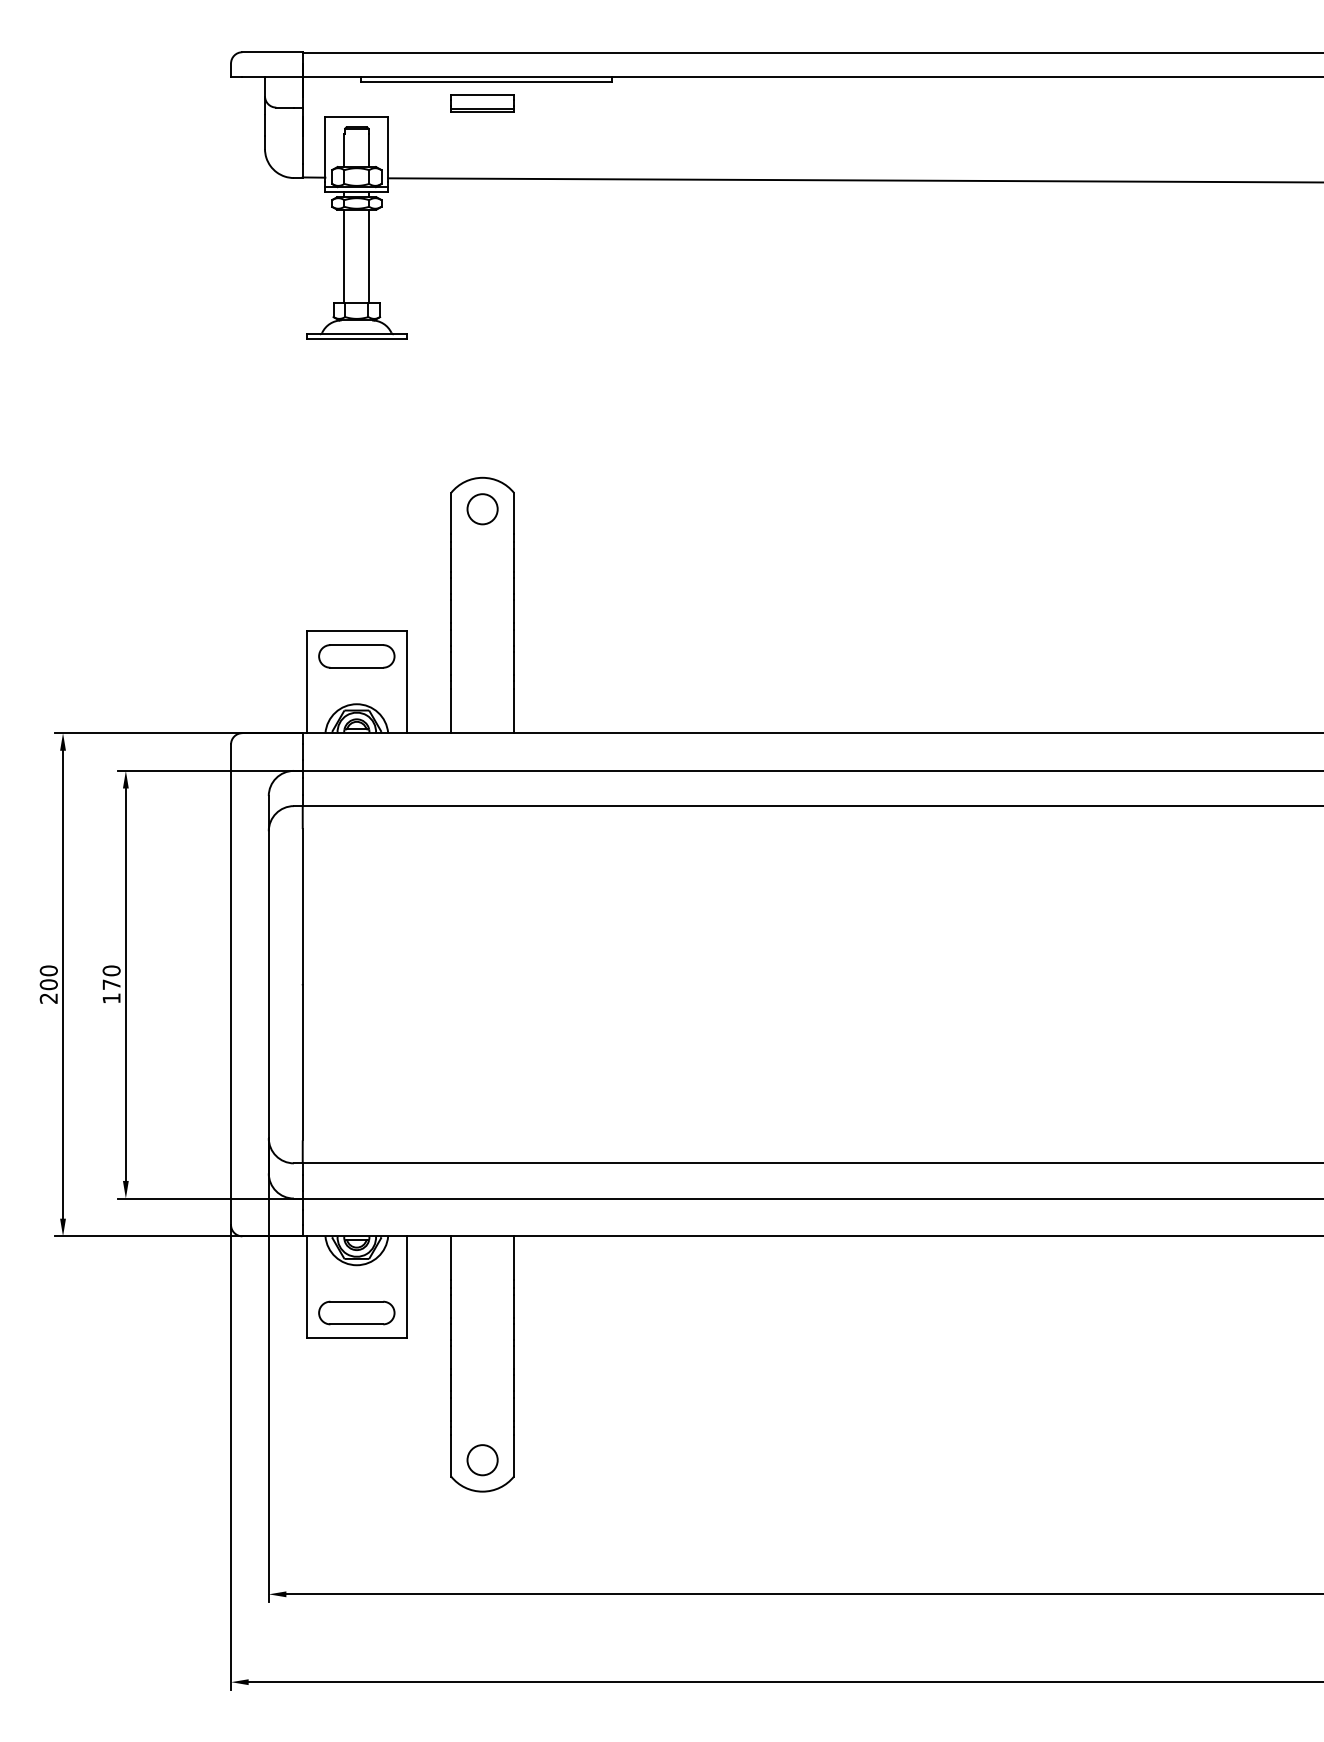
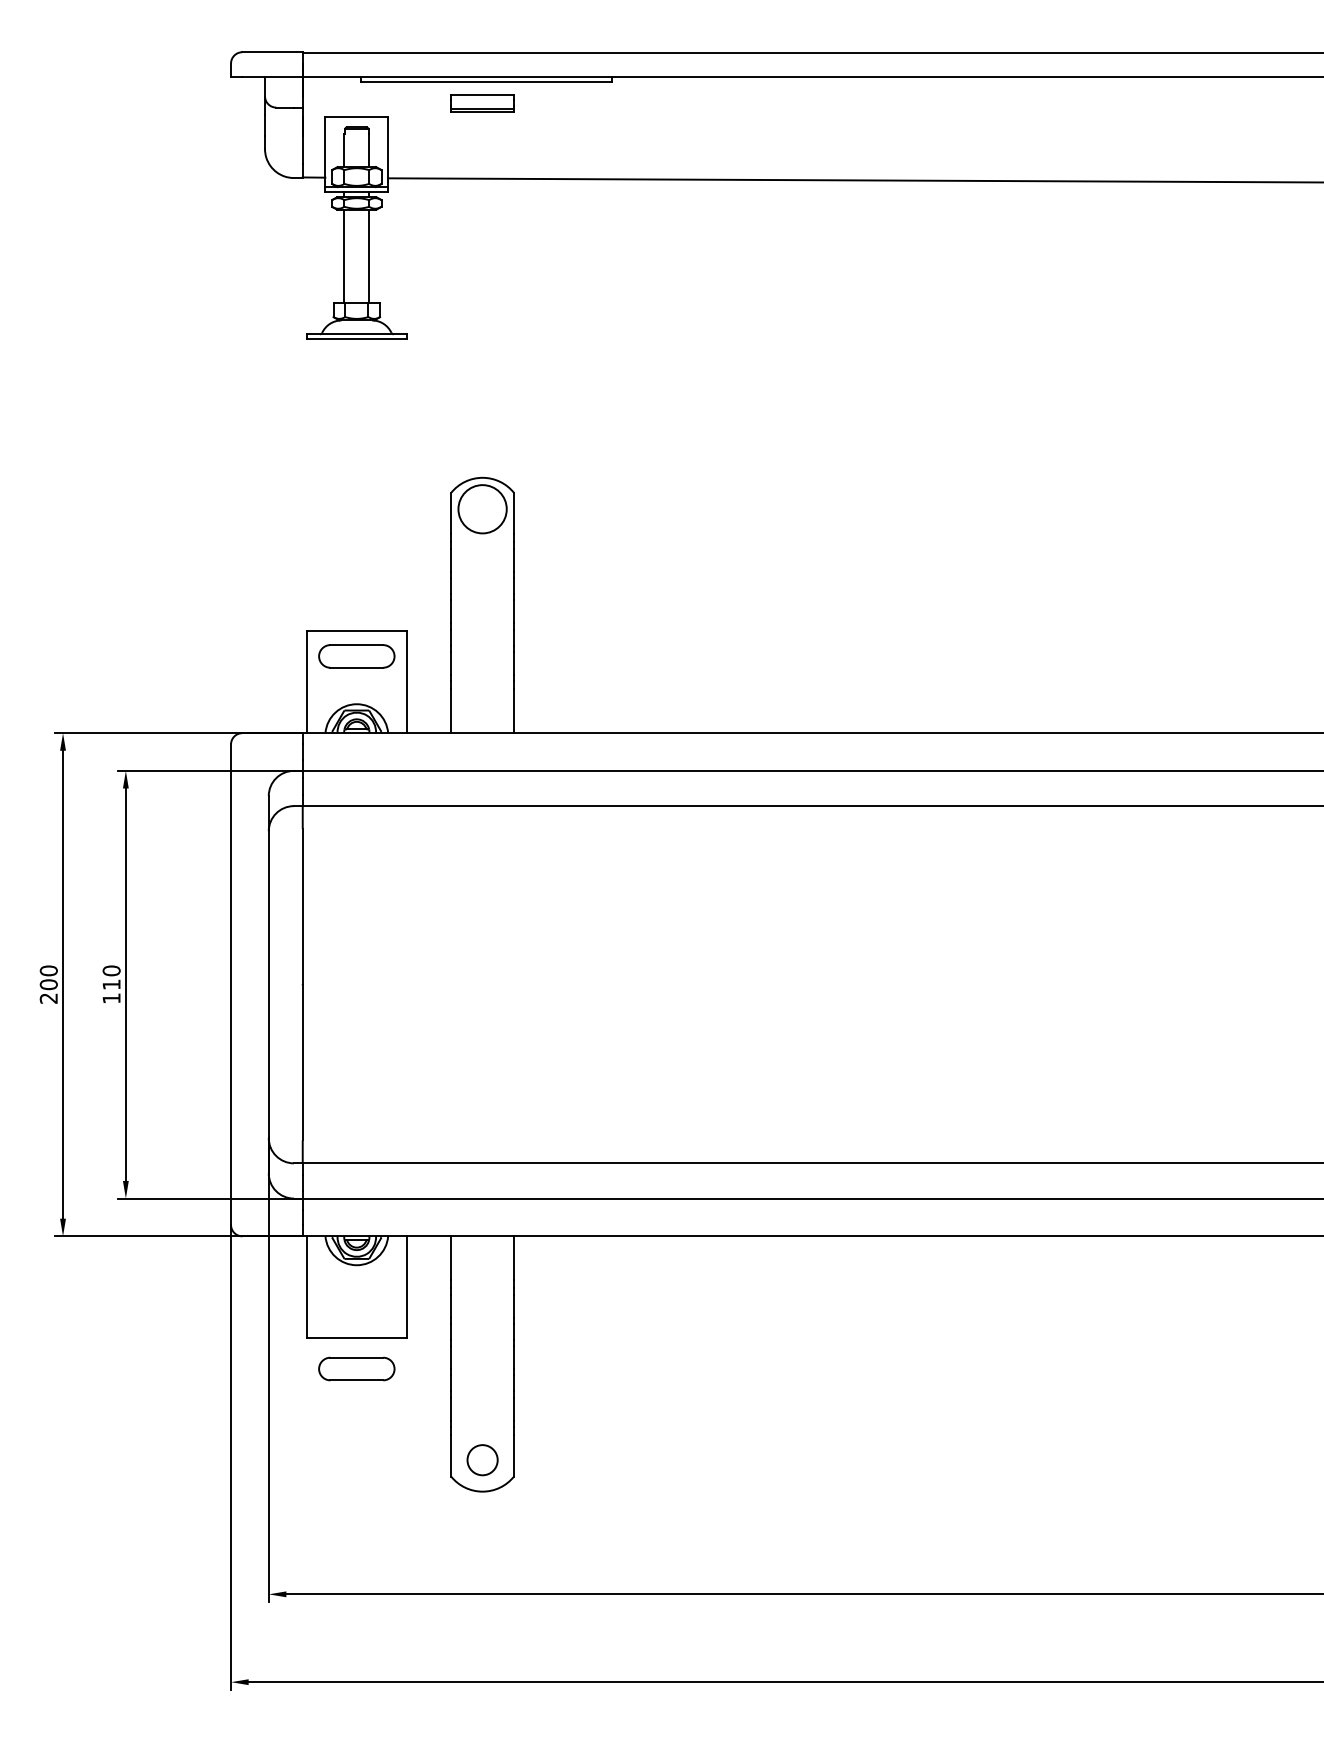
circle at (482, 509) diameter: 30 px -> 48 px
text at (111, 984): 170 -> 110
part at (356, 1312) position: (356, 1312) -> (356, 1368)
